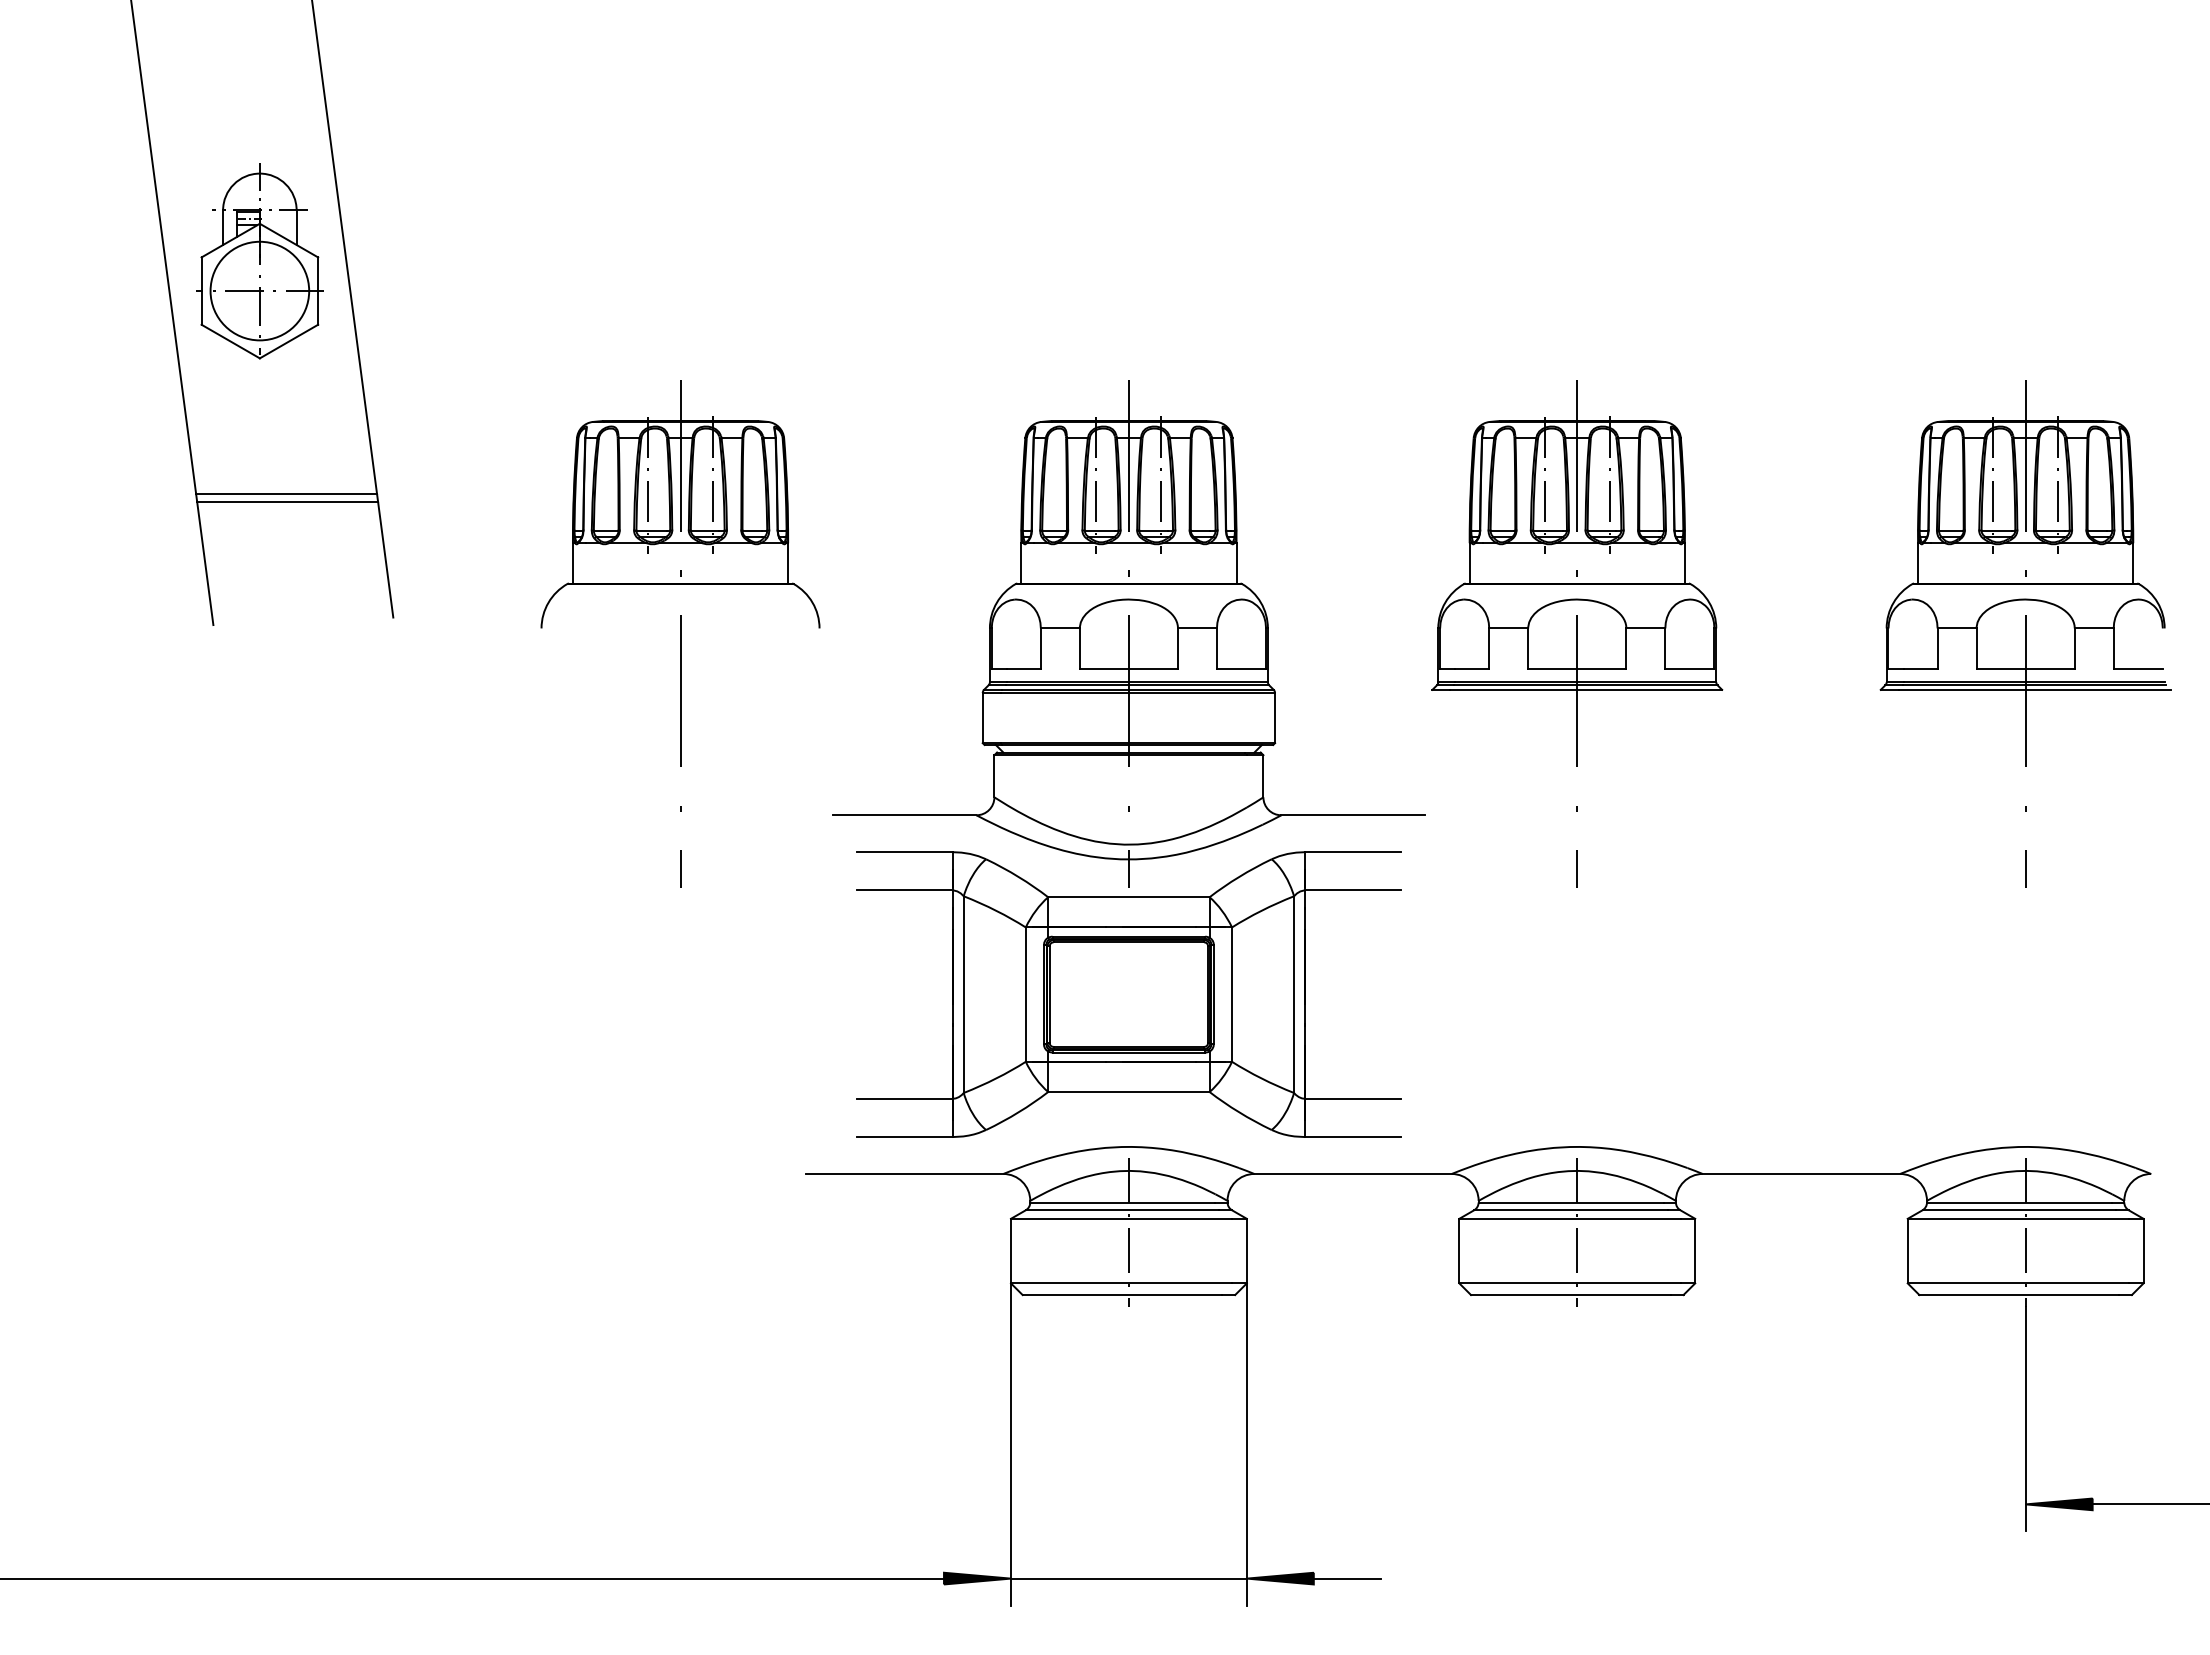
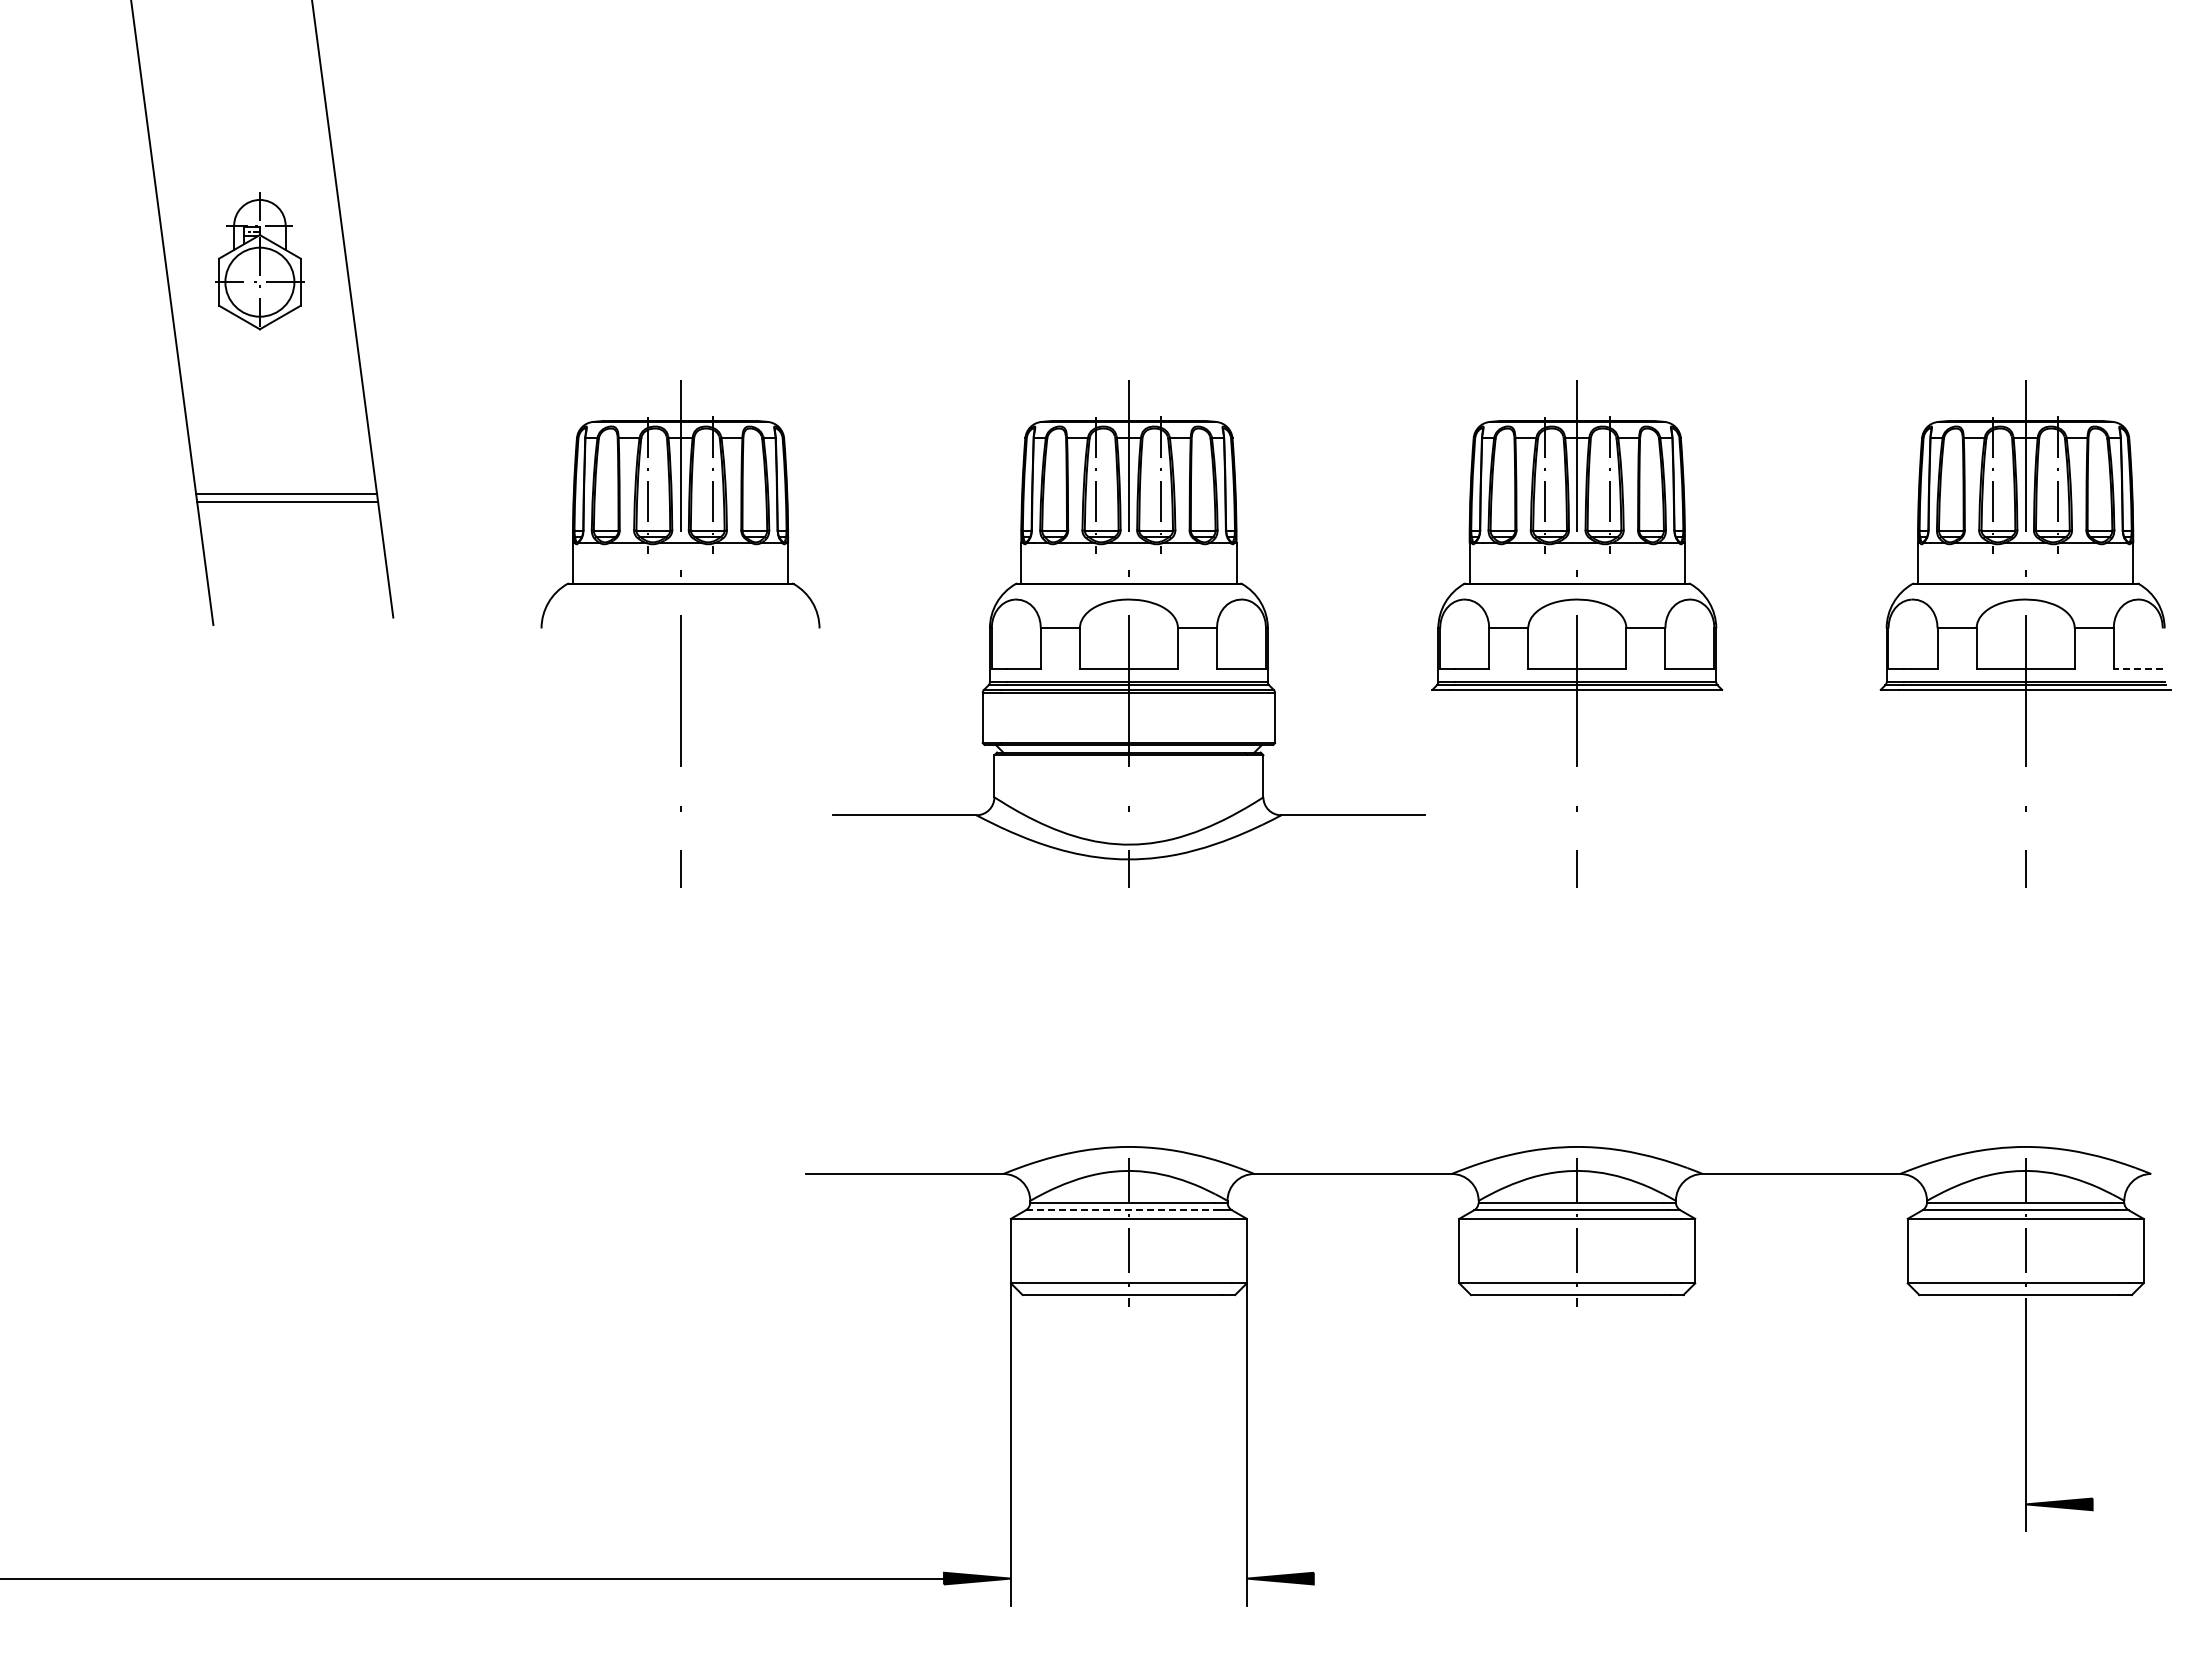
part at (259, 261) size: 128x197 px -> 90x139 px
line at (2138, 668): solid -> dashed
part at (1128, 994): present -> none
line at (1122, 1210): solid -> dashed
line at (2149, 1504): present -> none
line at (1128, 1578): present -> none
line at (1347, 1578): present -> none
